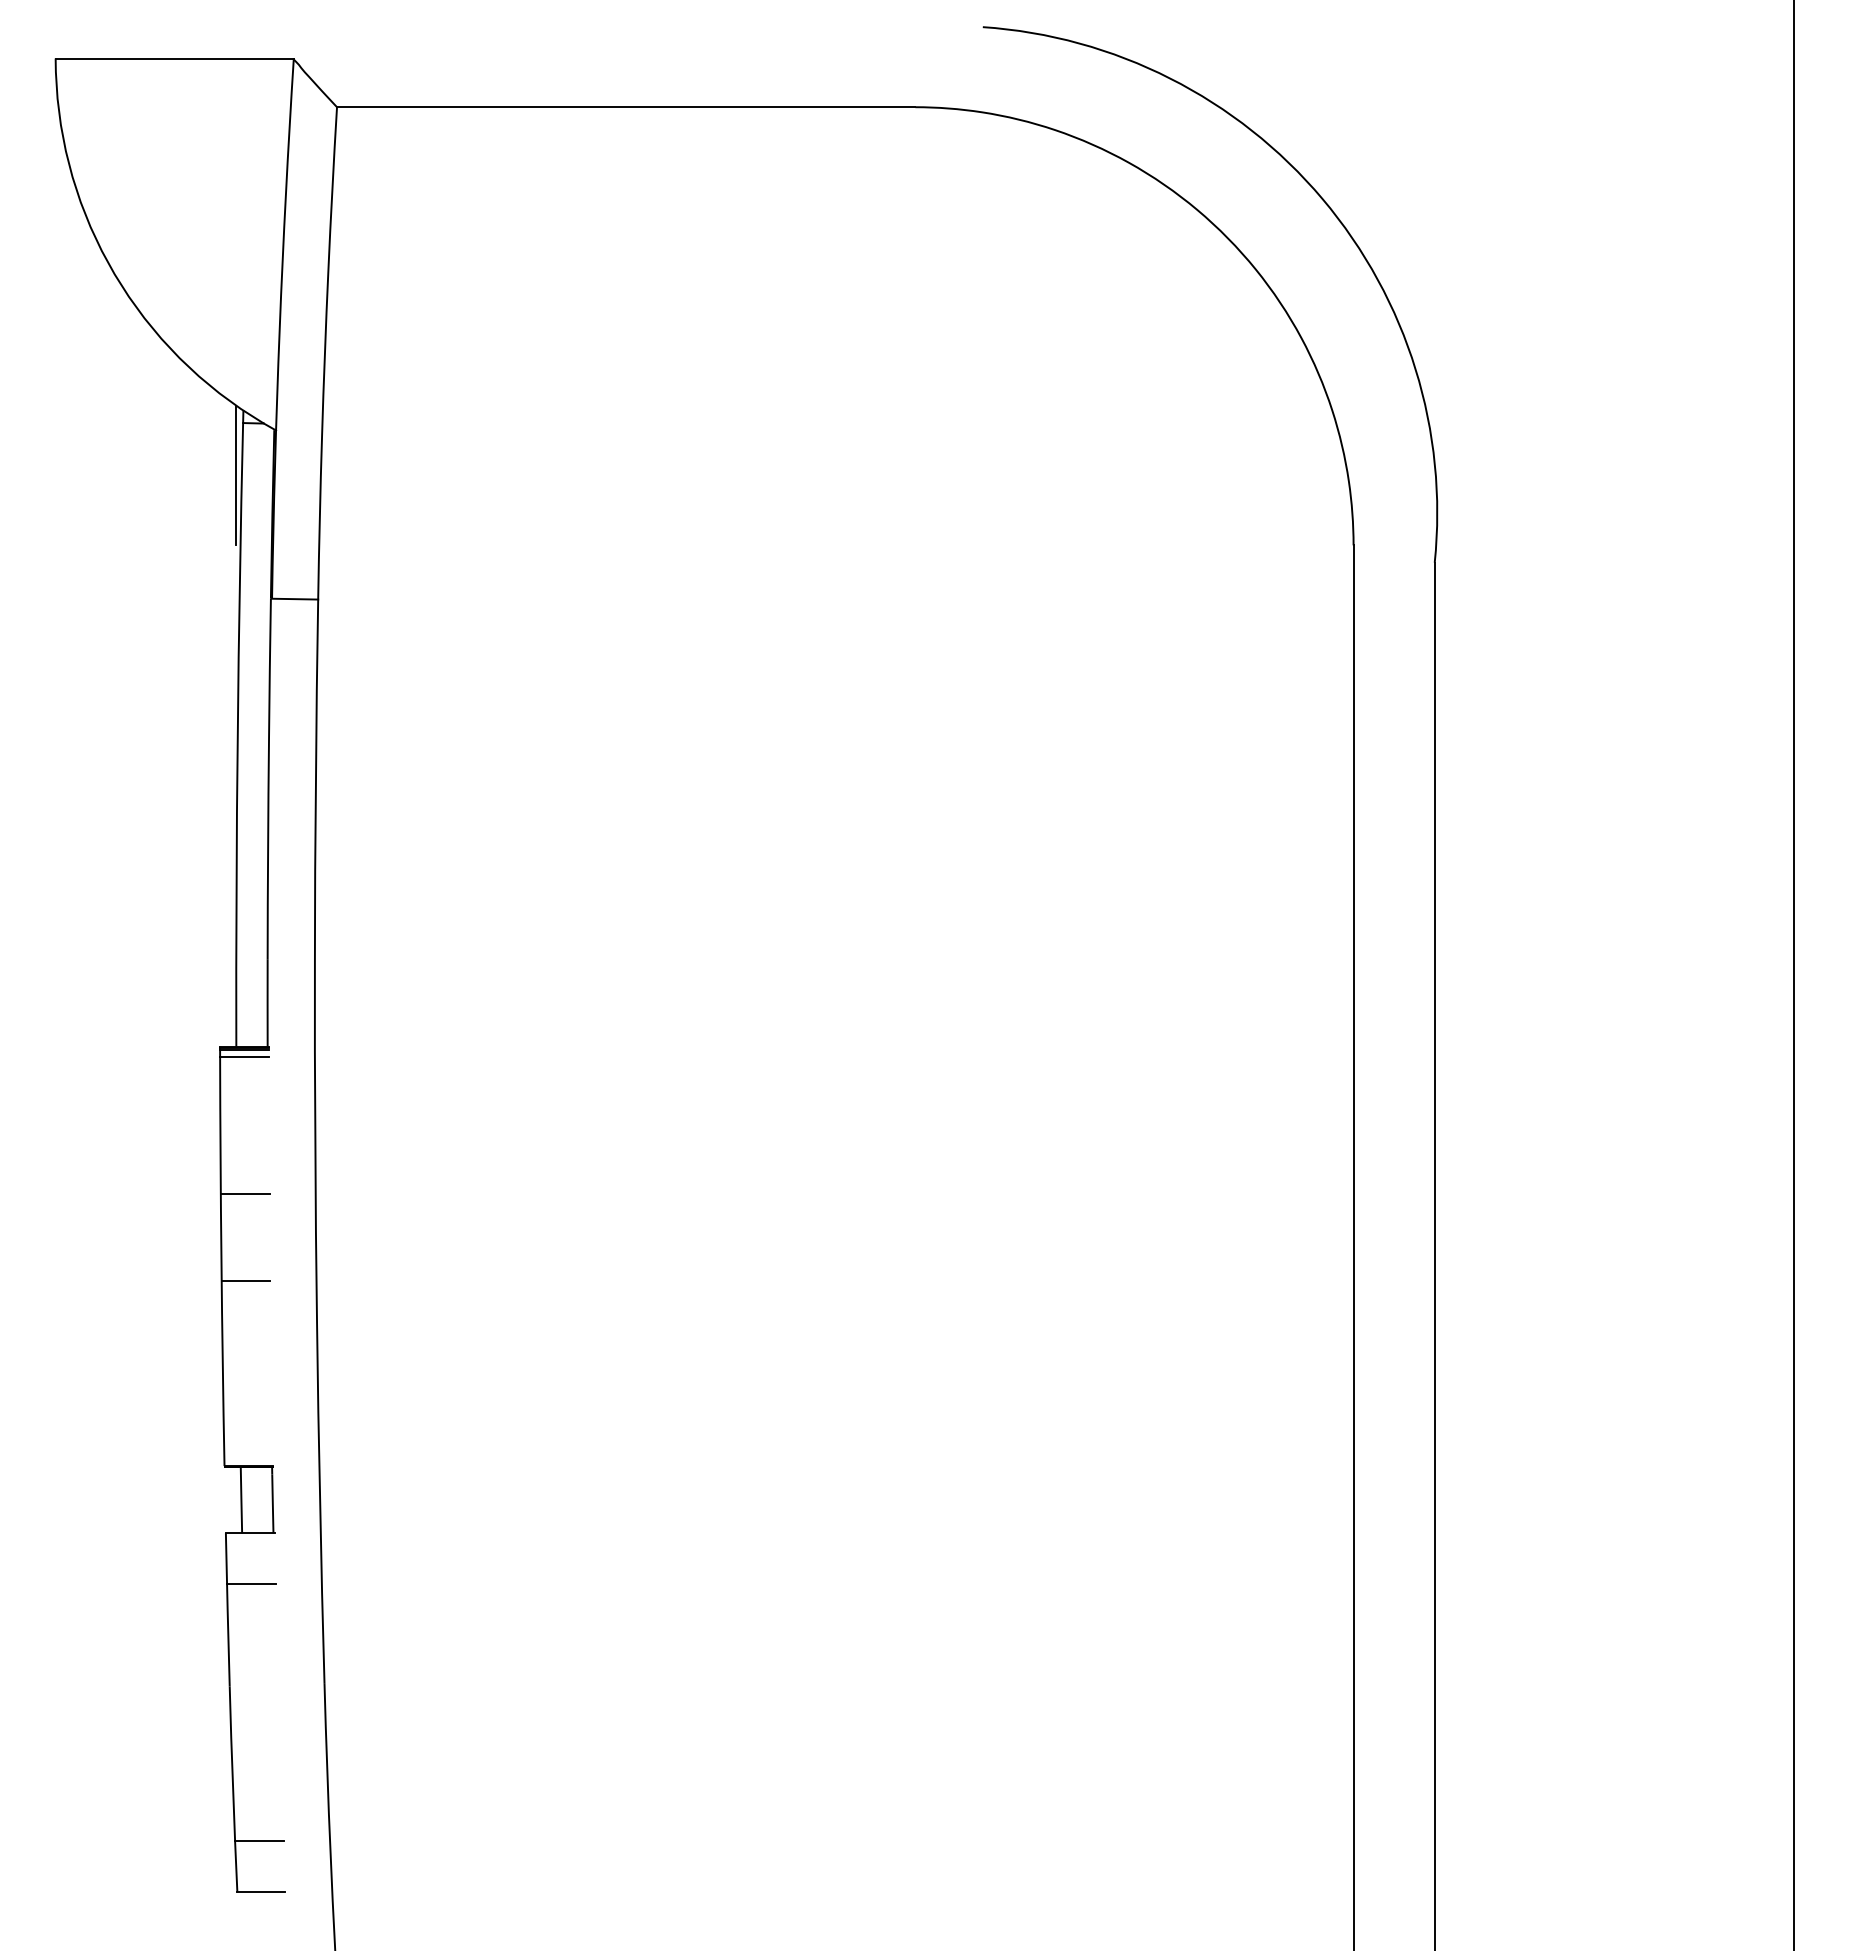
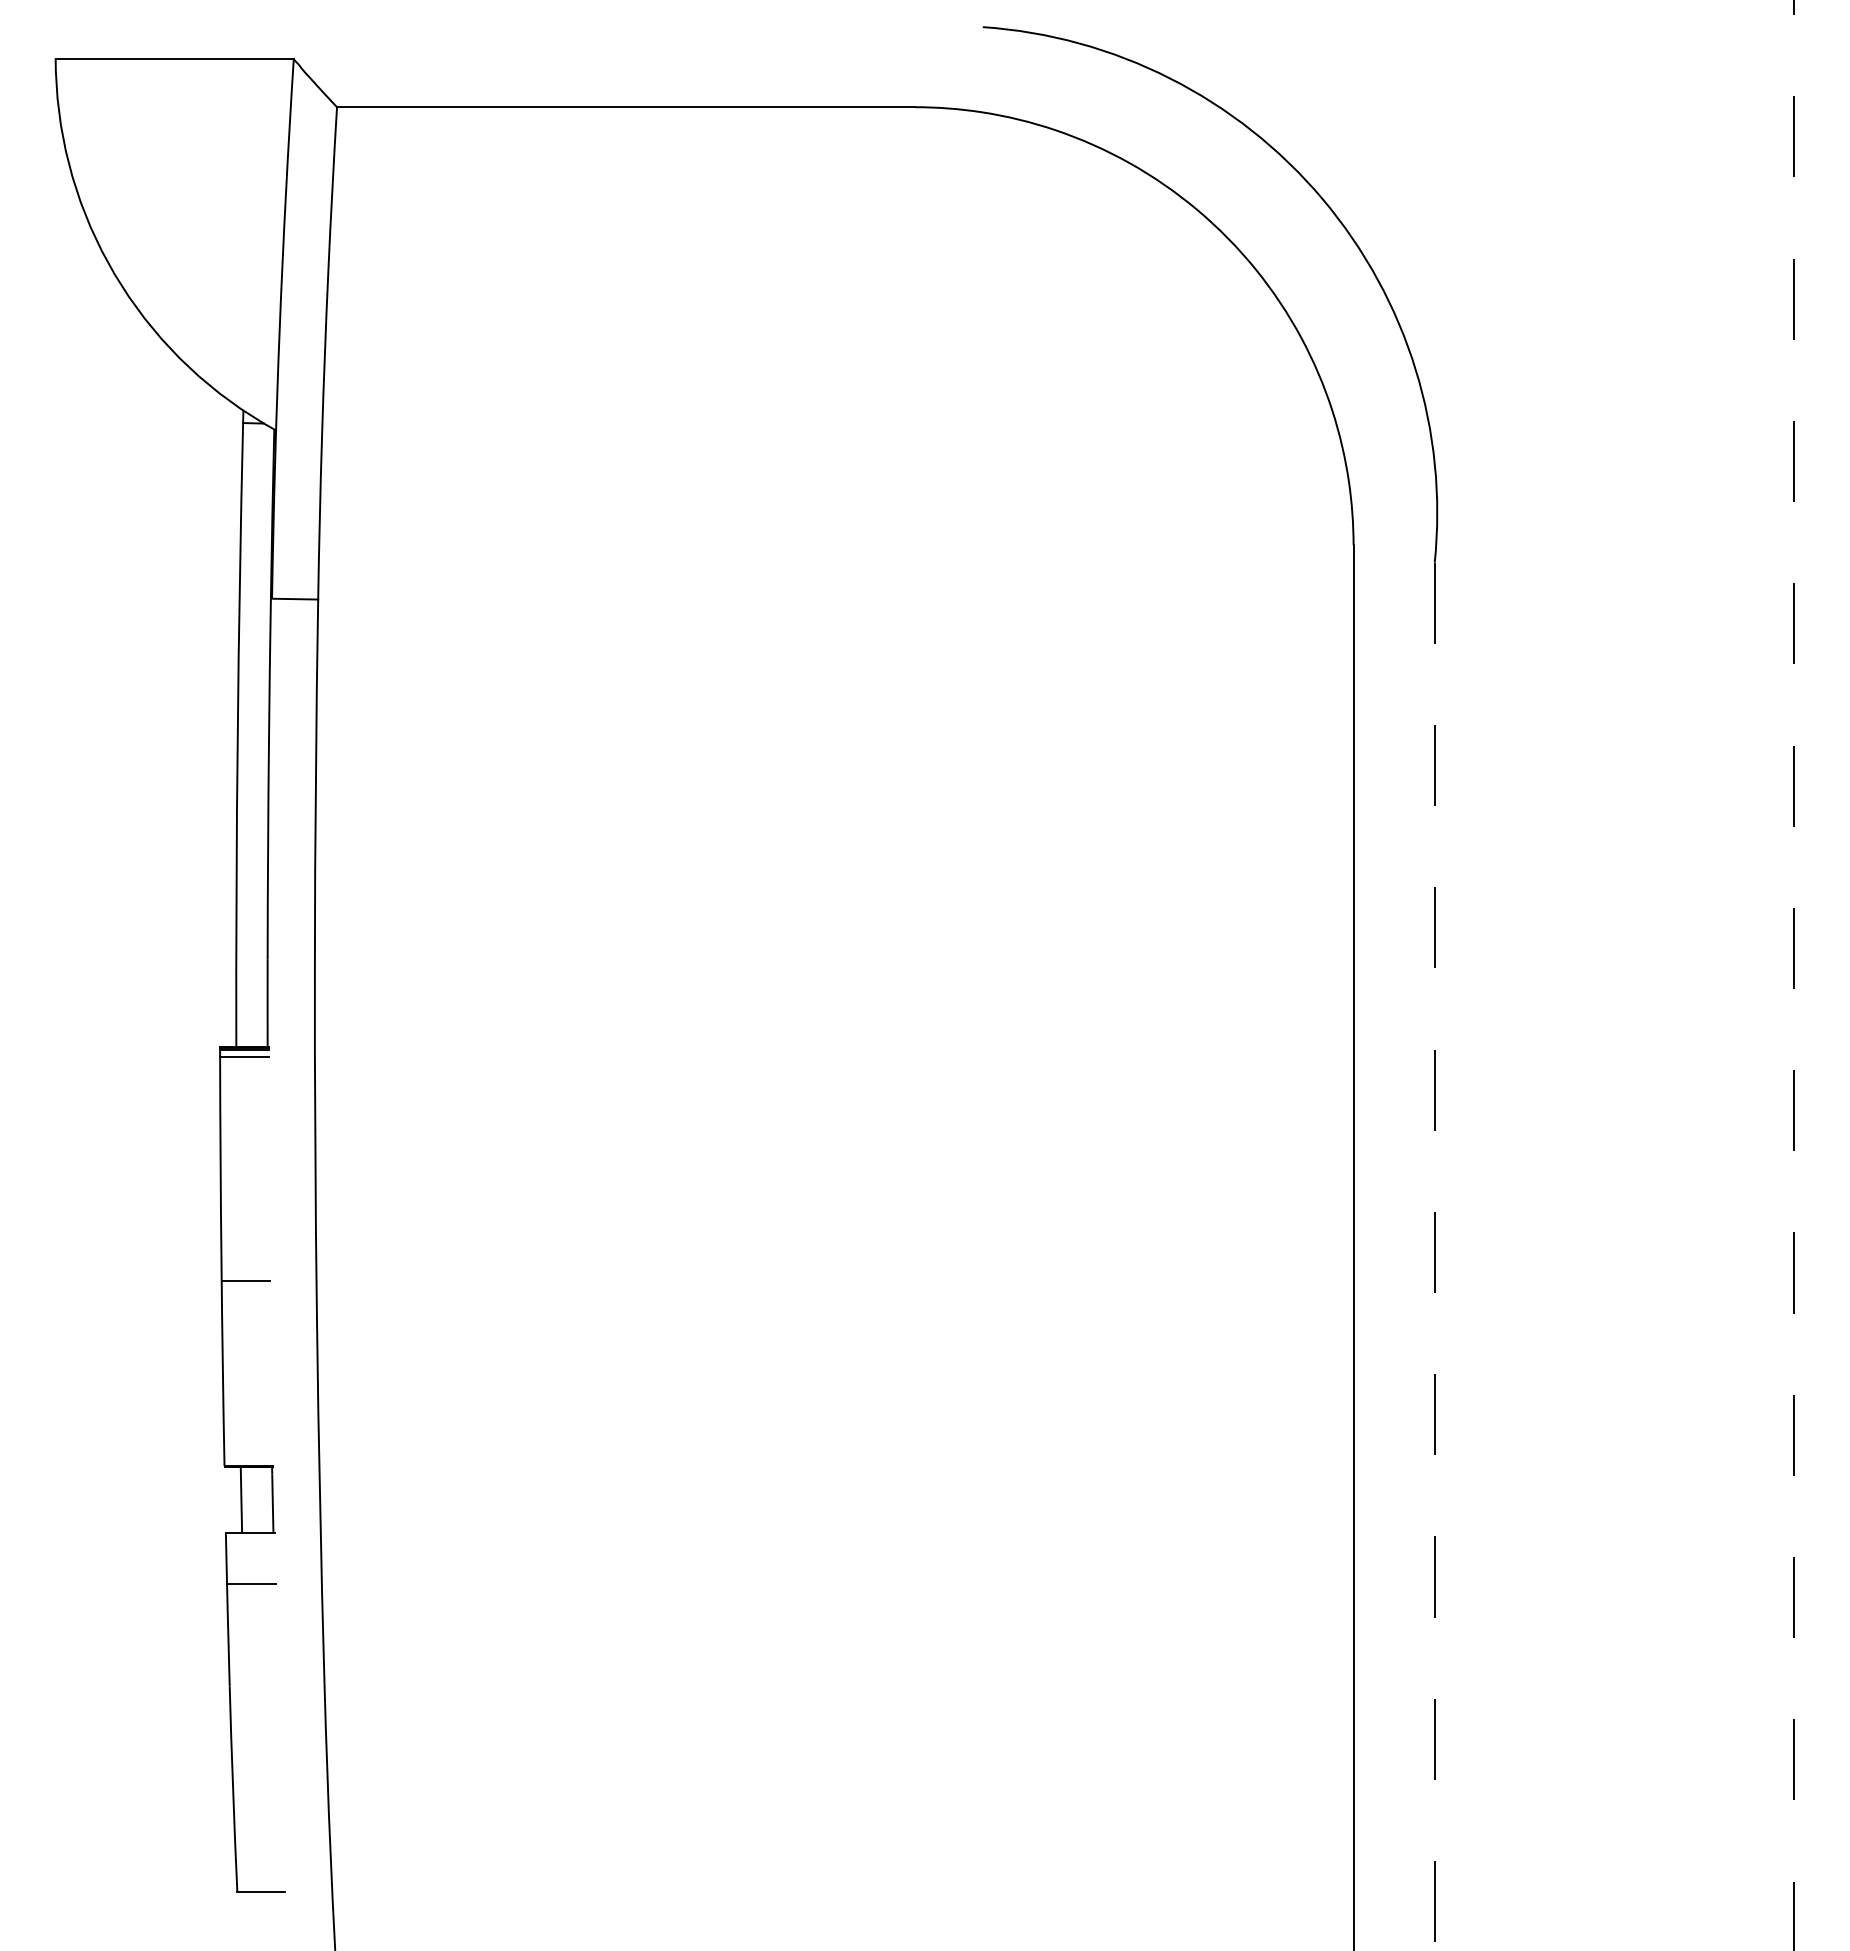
line at (236, 475): present -> none
line at (1794, 975): solid -> dashed
line at (244, 1193): present -> none
line at (1434, 1256): solid -> dashed
line at (259, 1841): present -> none
